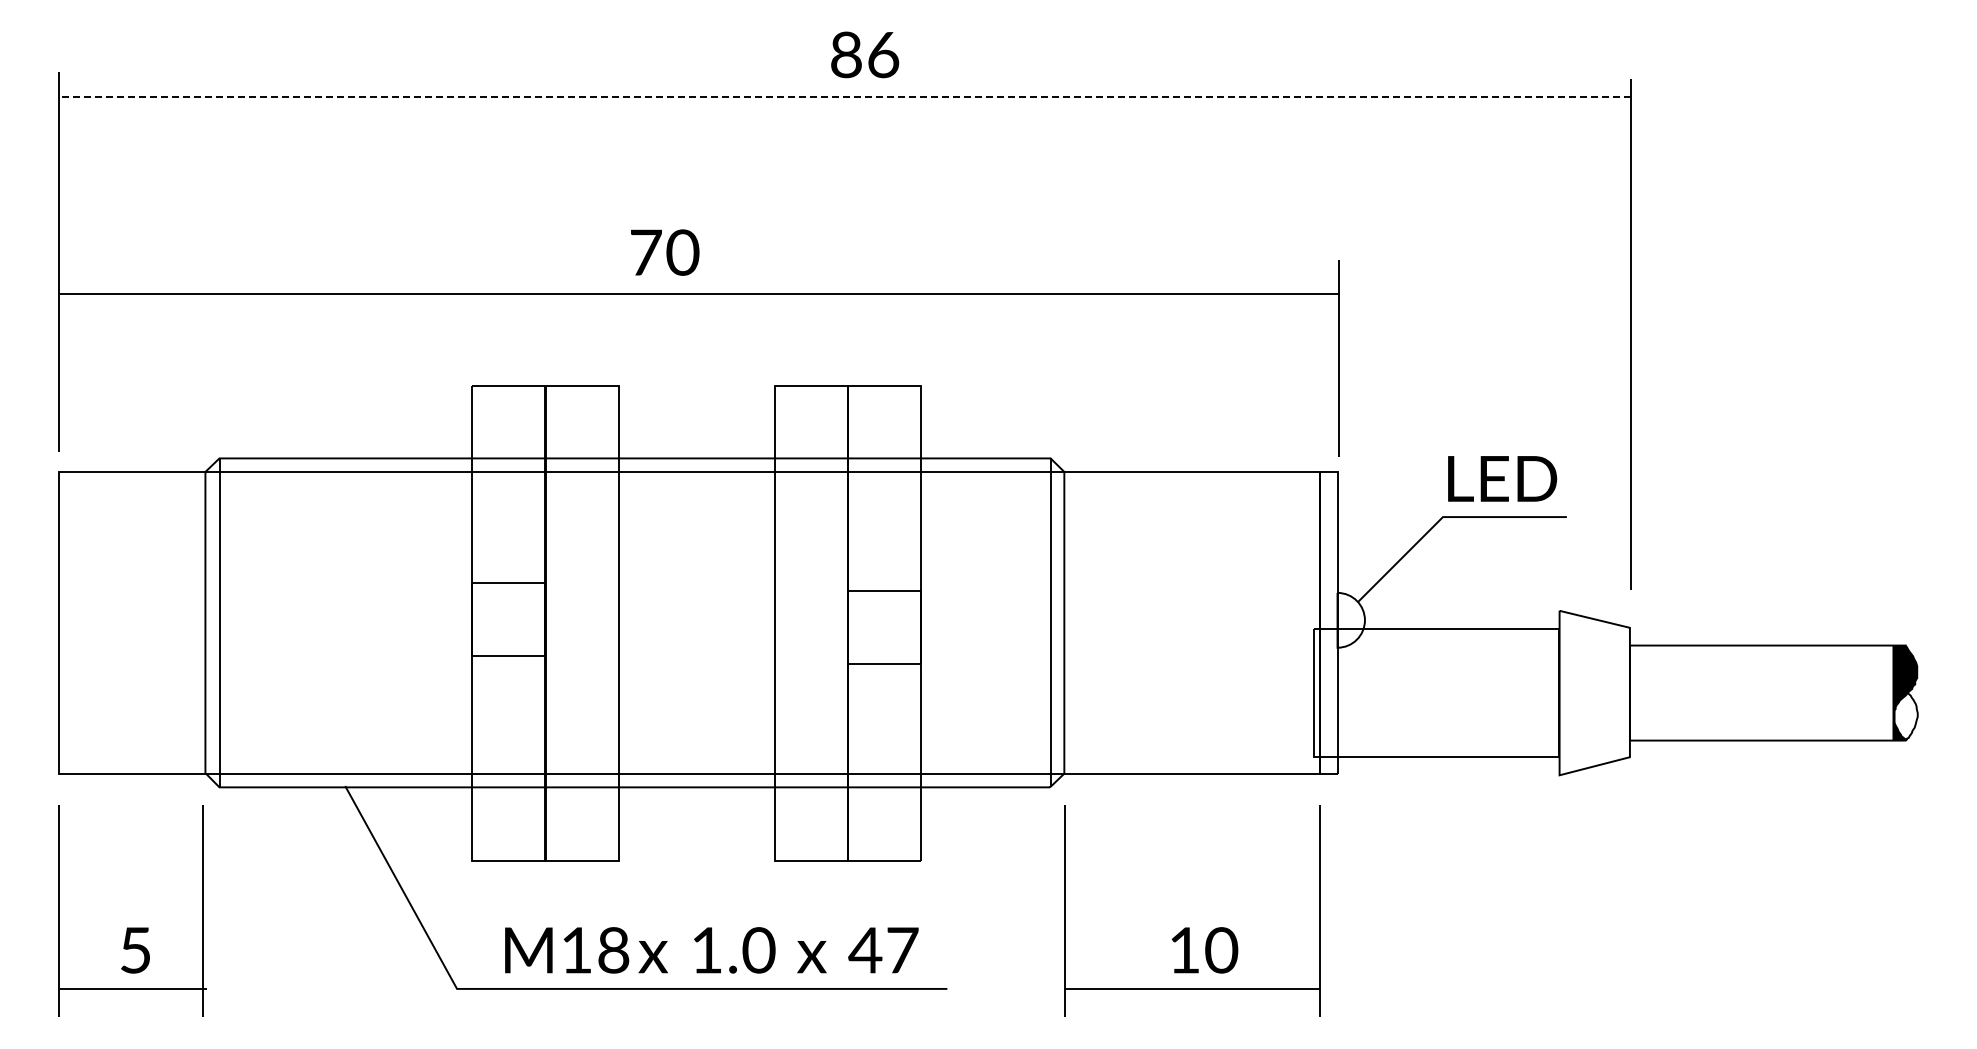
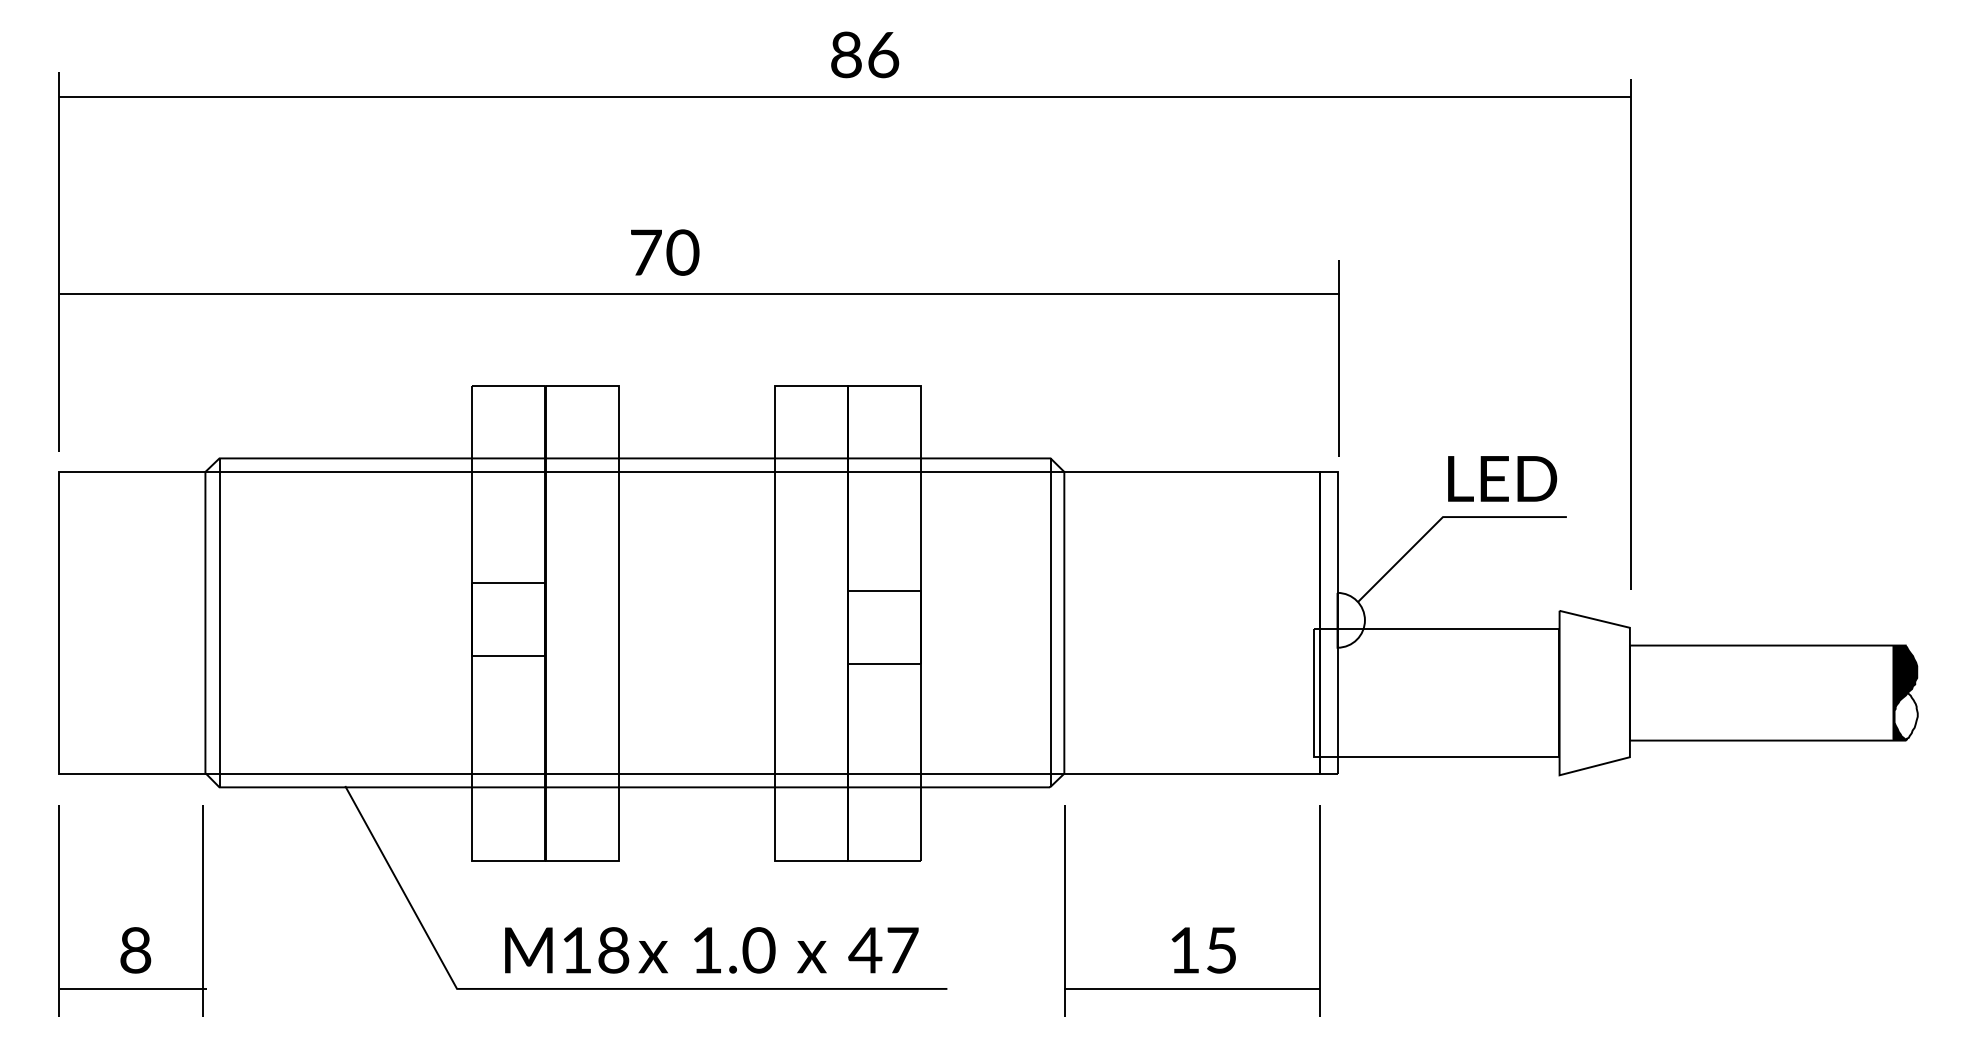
line at (845, 96): dashed -> solid
text at (135, 950): 5 -> 8
text at (1221, 950): 10 -> 15
